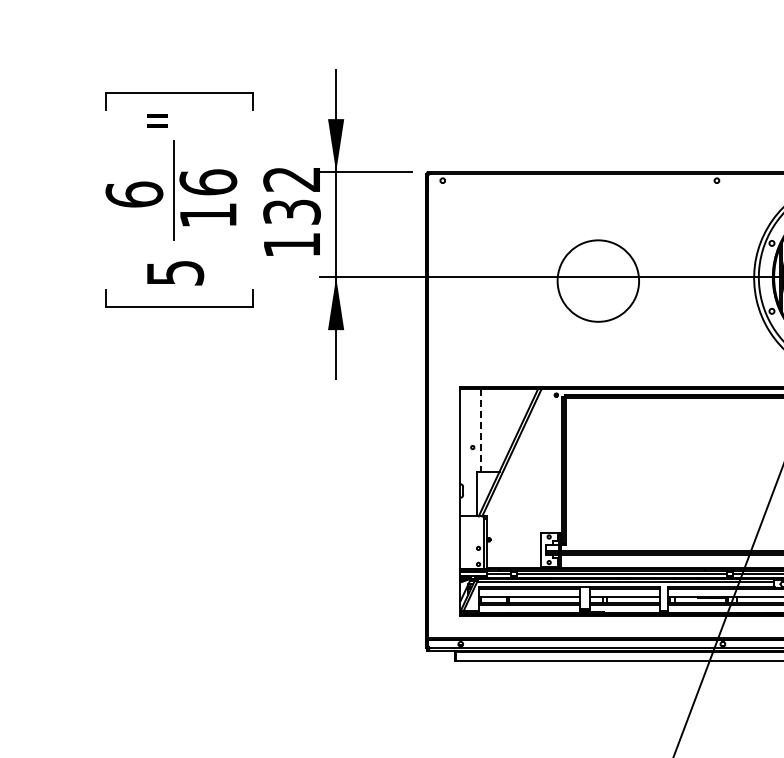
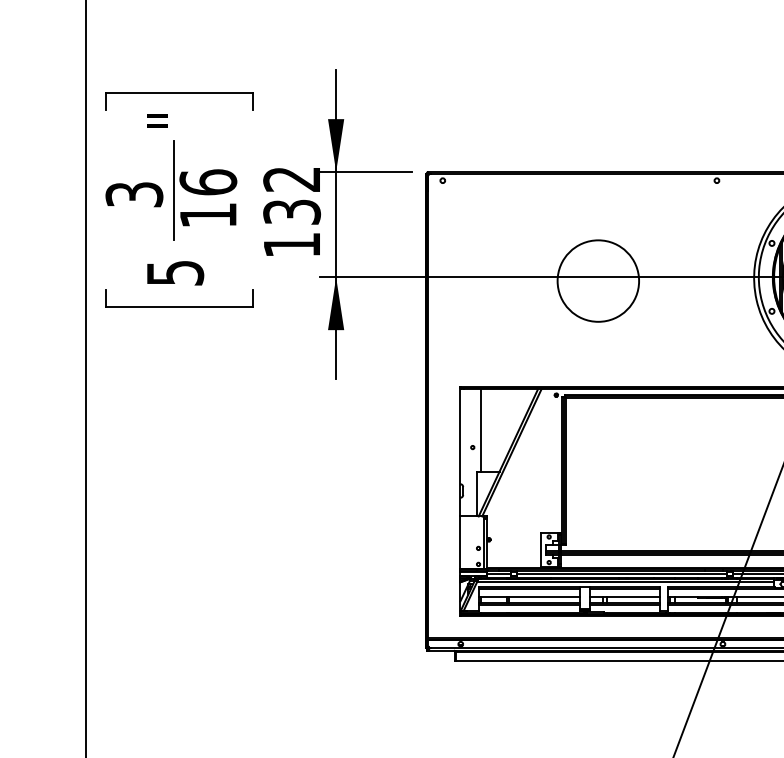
text at (134, 194): 6 -> 3
line at (85, 378): none -> present
line at (480, 430): dashed -> solid
